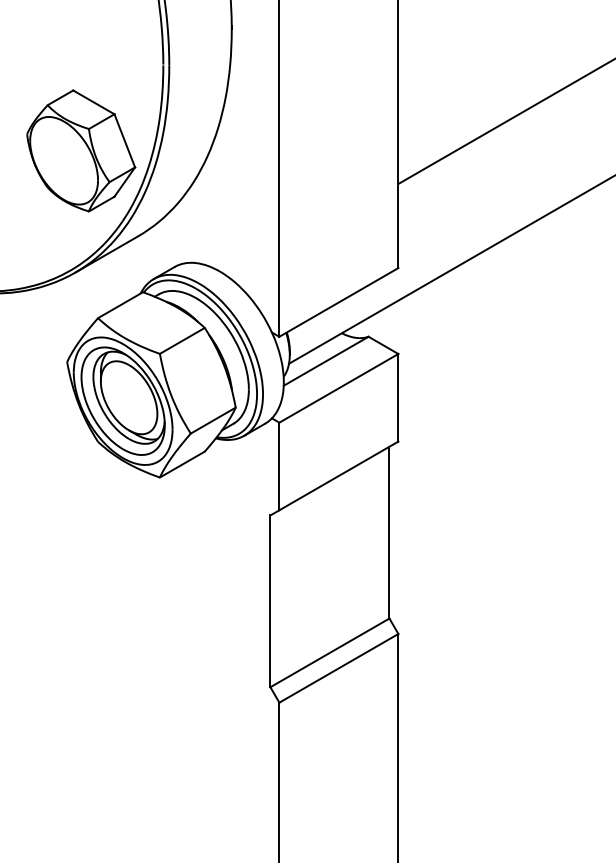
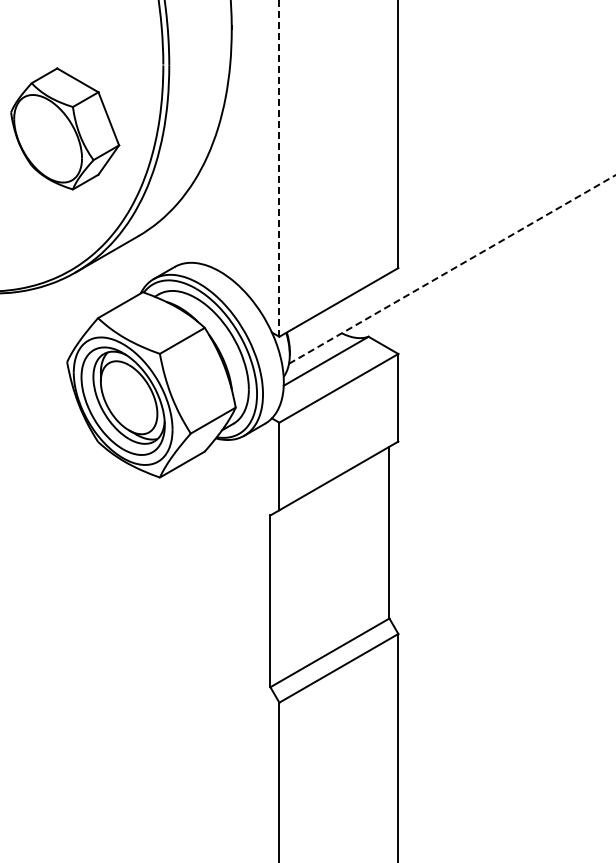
line at (505, 122): present -> none
part at (81, 150) position: (81, 150) -> (65, 128)
line at (279, 168): solid -> dashed
line at (452, 269): solid -> dashed
